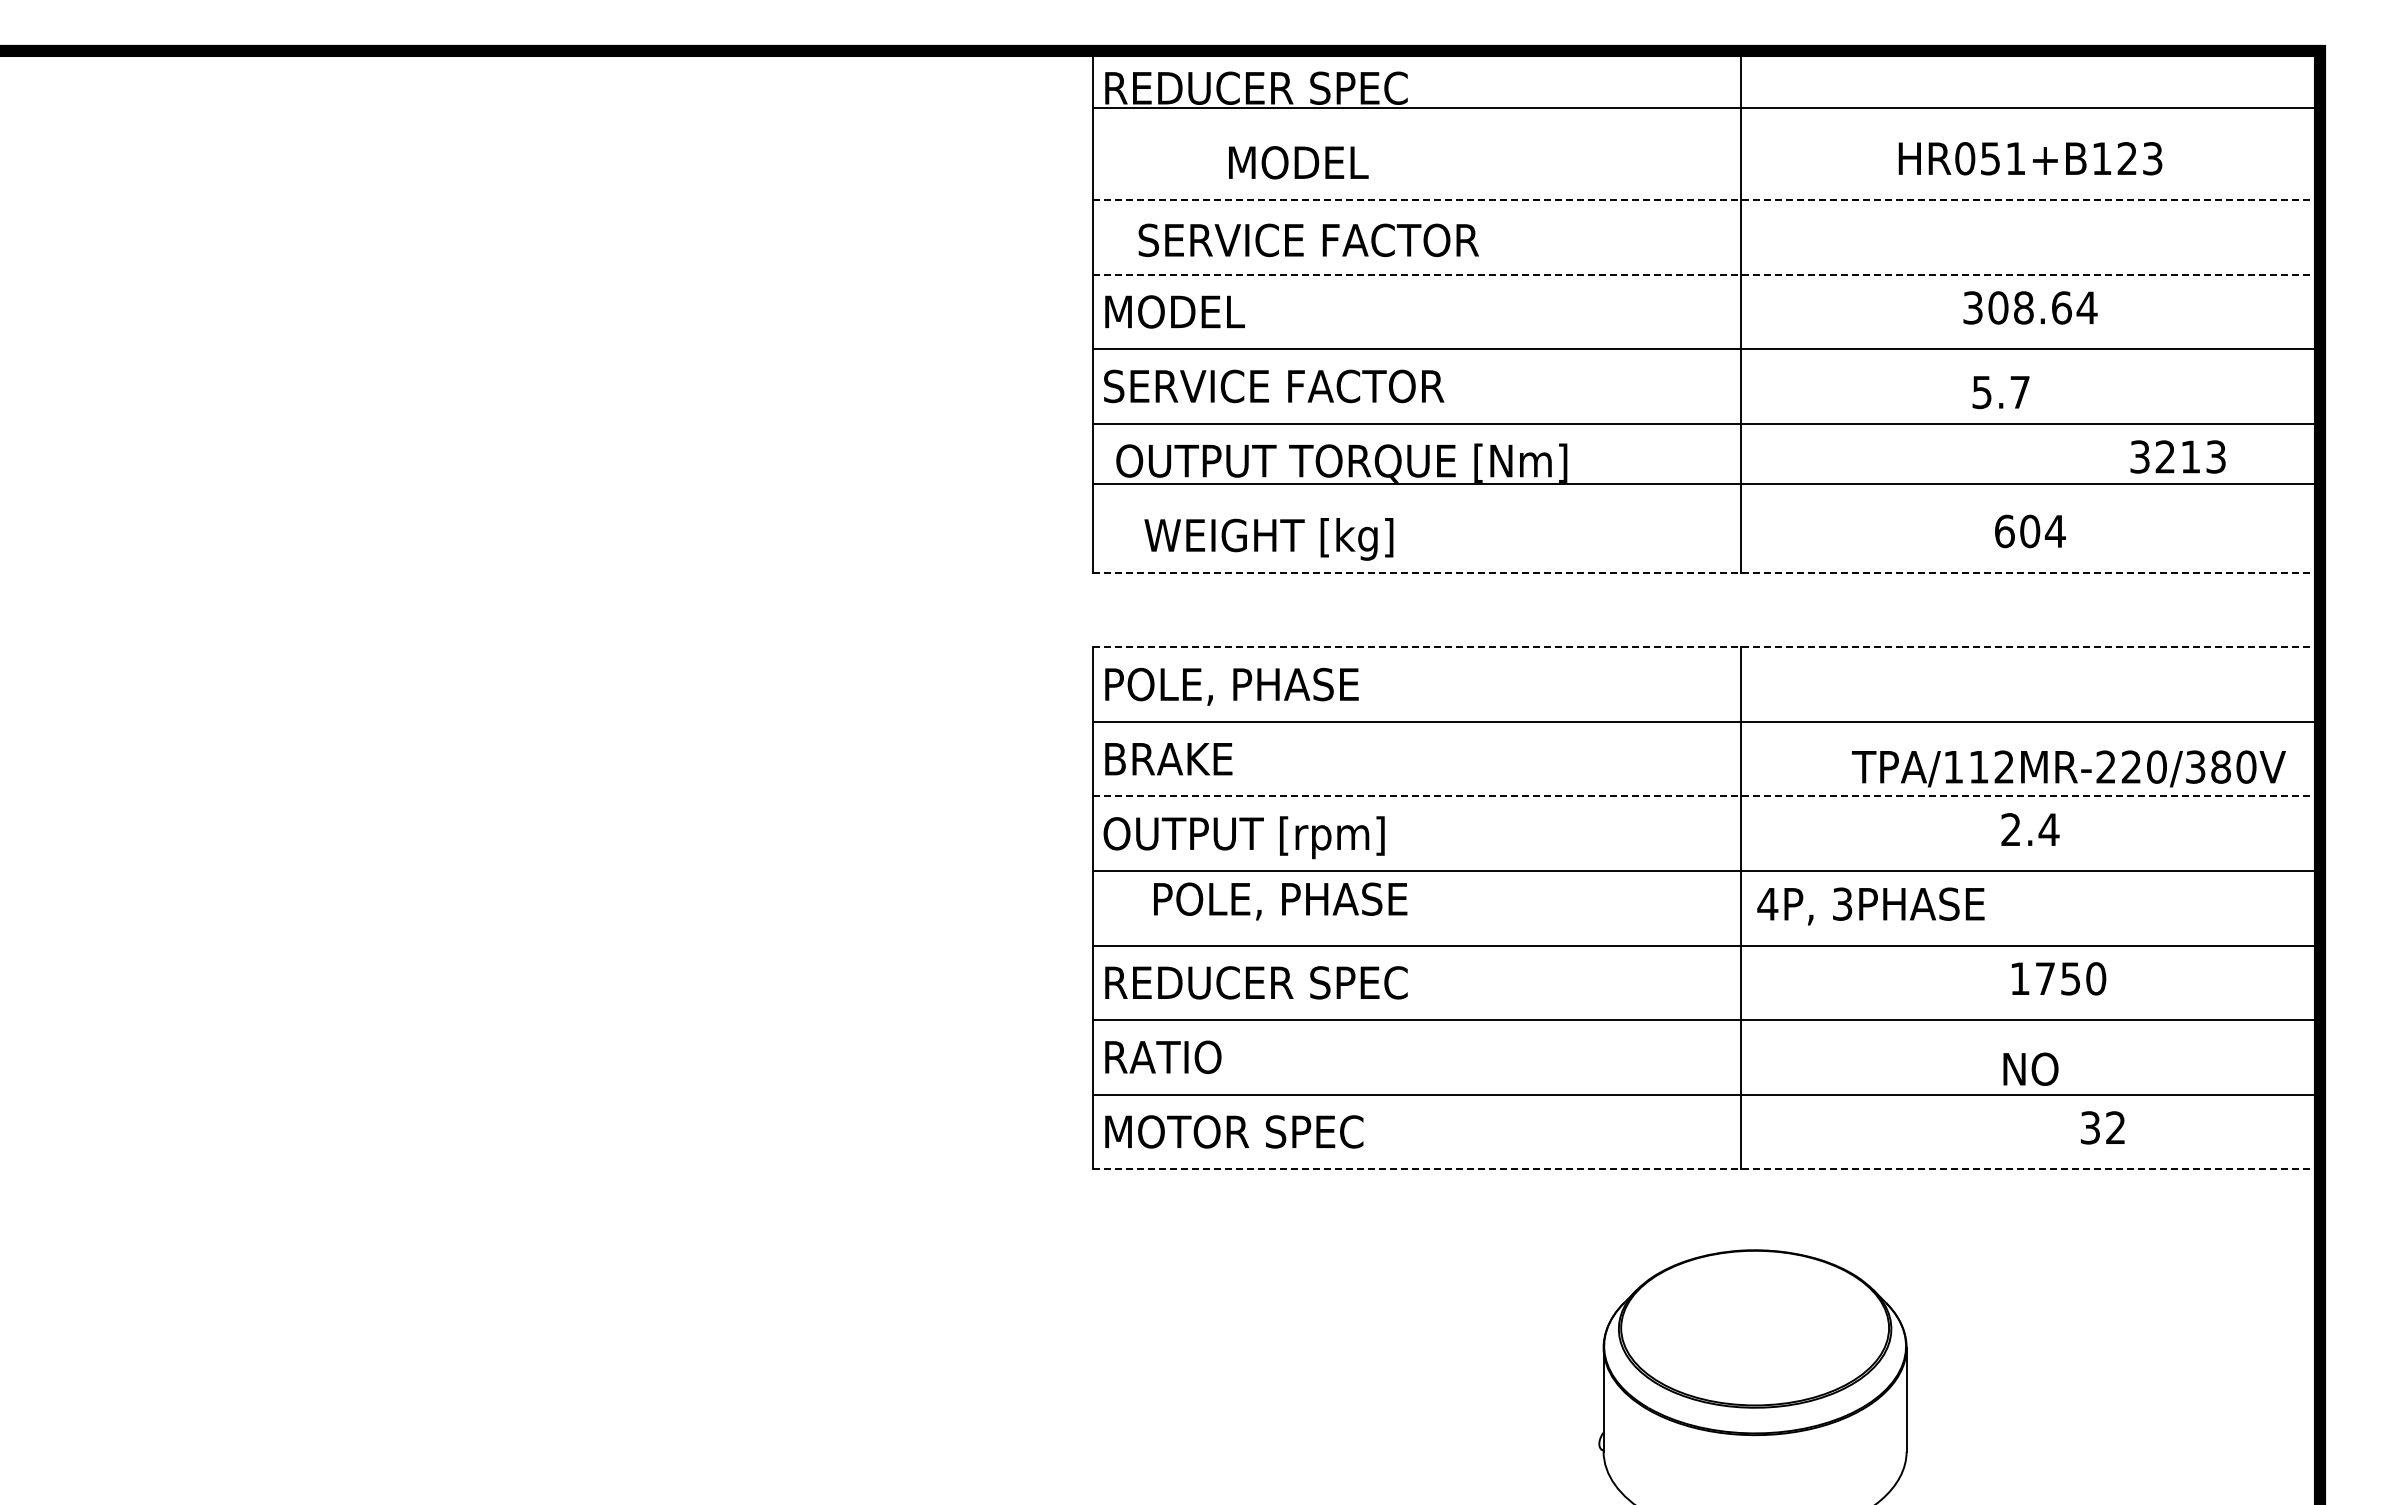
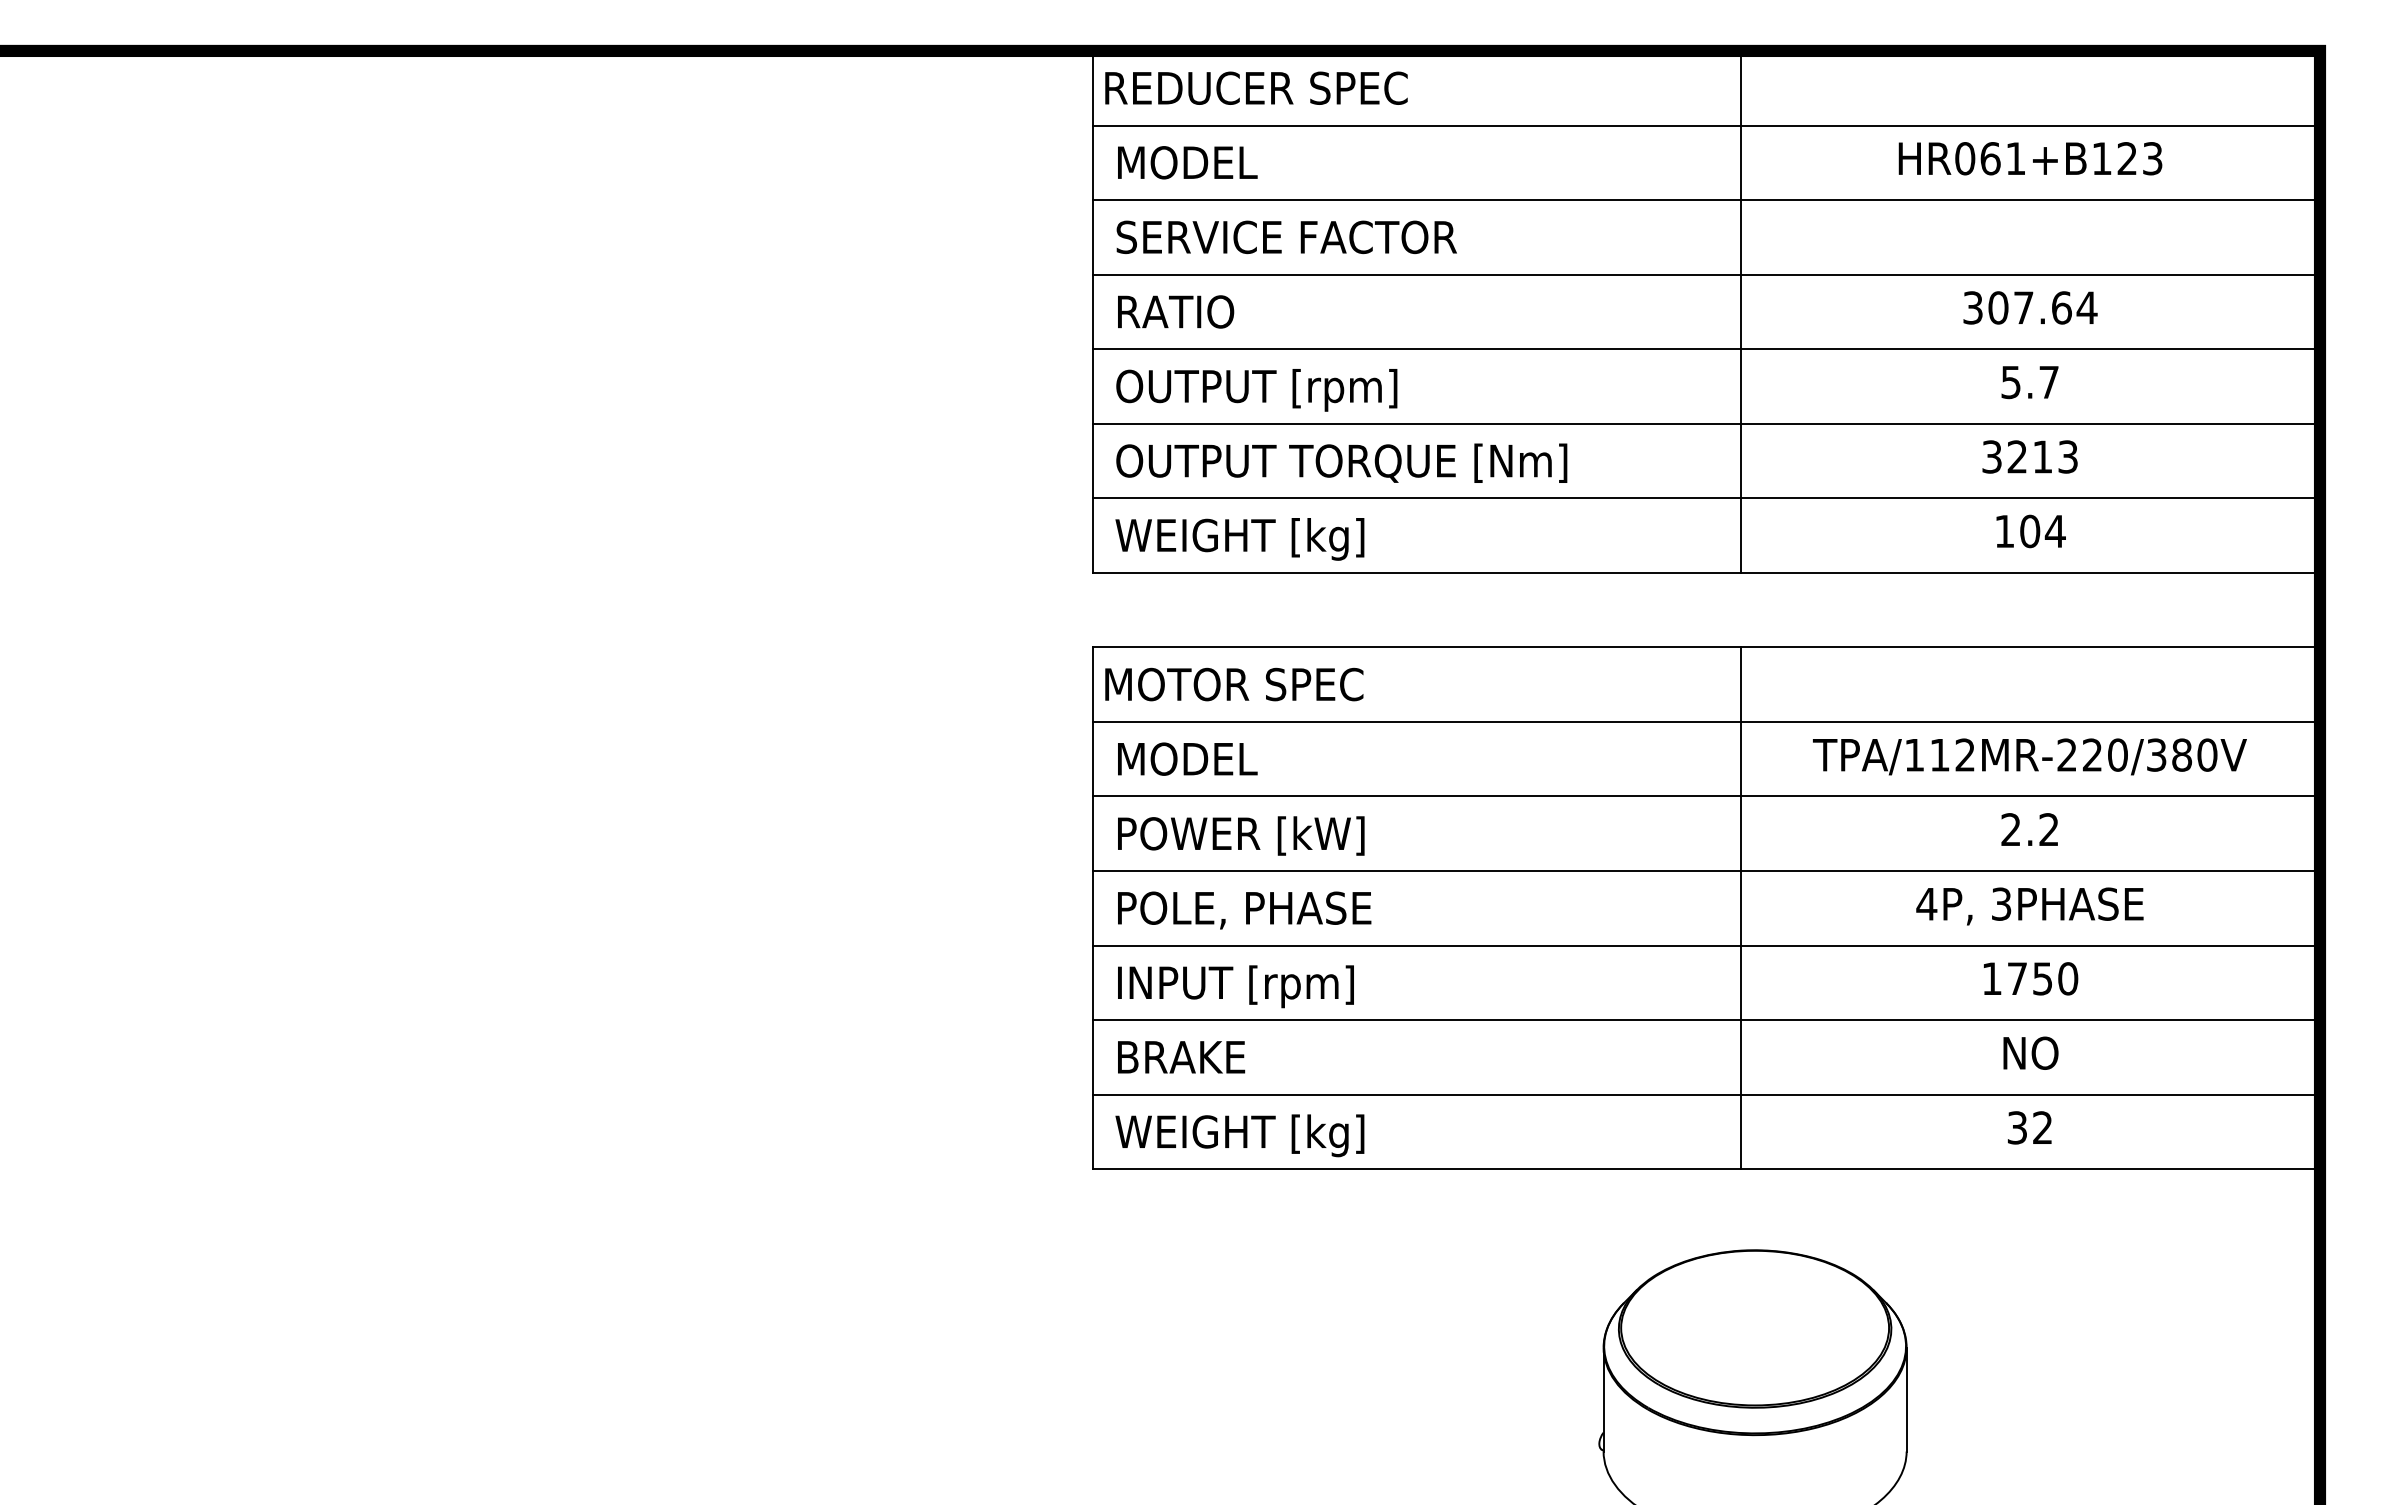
line at (1706, 107) position: (1706, 107) -> (1706, 125)
text at (1990, 158): HR051+B123 -> HR061+B123
text at (1298, 162) position: (1298, 162) -> (1187, 162)
line at (1707, 200): dashed -> solid
text at (1308, 240) position: (1308, 240) -> (1286, 237)
line at (1707, 274): dashed -> solid
text at (2023, 307): 308.64 -> 307.64
text at (1174, 311): MODEL -> RATIO
text at (1274, 390): SERVICE FACTOR -> OUTPUT [rpm]
text at (2000, 392) position: (2000, 392) -> (2029, 382)
text at (2177, 456) position: (2177, 456) -> (2029, 456)
line at (1706, 484) position: (1706, 484) -> (1706, 498)
text at (2004, 531): 604 -> 104
text at (1268, 539) position: (1268, 539) -> (1239, 539)
line at (1707, 572): dashed -> solid
line at (1707, 647): dashed -> solid
text at (1236, 686): POLE, PHASE -> MOTOR SPEC
text at (1181, 758): BRAKE -> MODEL
text at (2068, 768) position: (2068, 768) -> (2029, 756)
line at (1707, 796): dashed -> solid
text at (2048, 829): 2.4 -> 2.2
text at (1243, 837): OUTPUT [rpm] -> POWER [kW]
text at (1280, 901) position: (1280, 901) -> (1244, 910)
text at (1870, 906) position: (1870, 906) -> (2029, 906)
text at (2058, 978) position: (2058, 978) -> (2030, 978)
text at (1256, 986): REDUCER SPEC -> INPUT [rpm]
text at (1175, 1056): RATIO -> BRAKE
text at (2030, 1068) position: (2030, 1068) -> (2030, 1052)
text at (2102, 1127) position: (2102, 1127) -> (2029, 1127)
text at (1234, 1135): MOTOR SPEC -> WEIGHT [kg]
line at (1707, 1169): dashed -> solid
